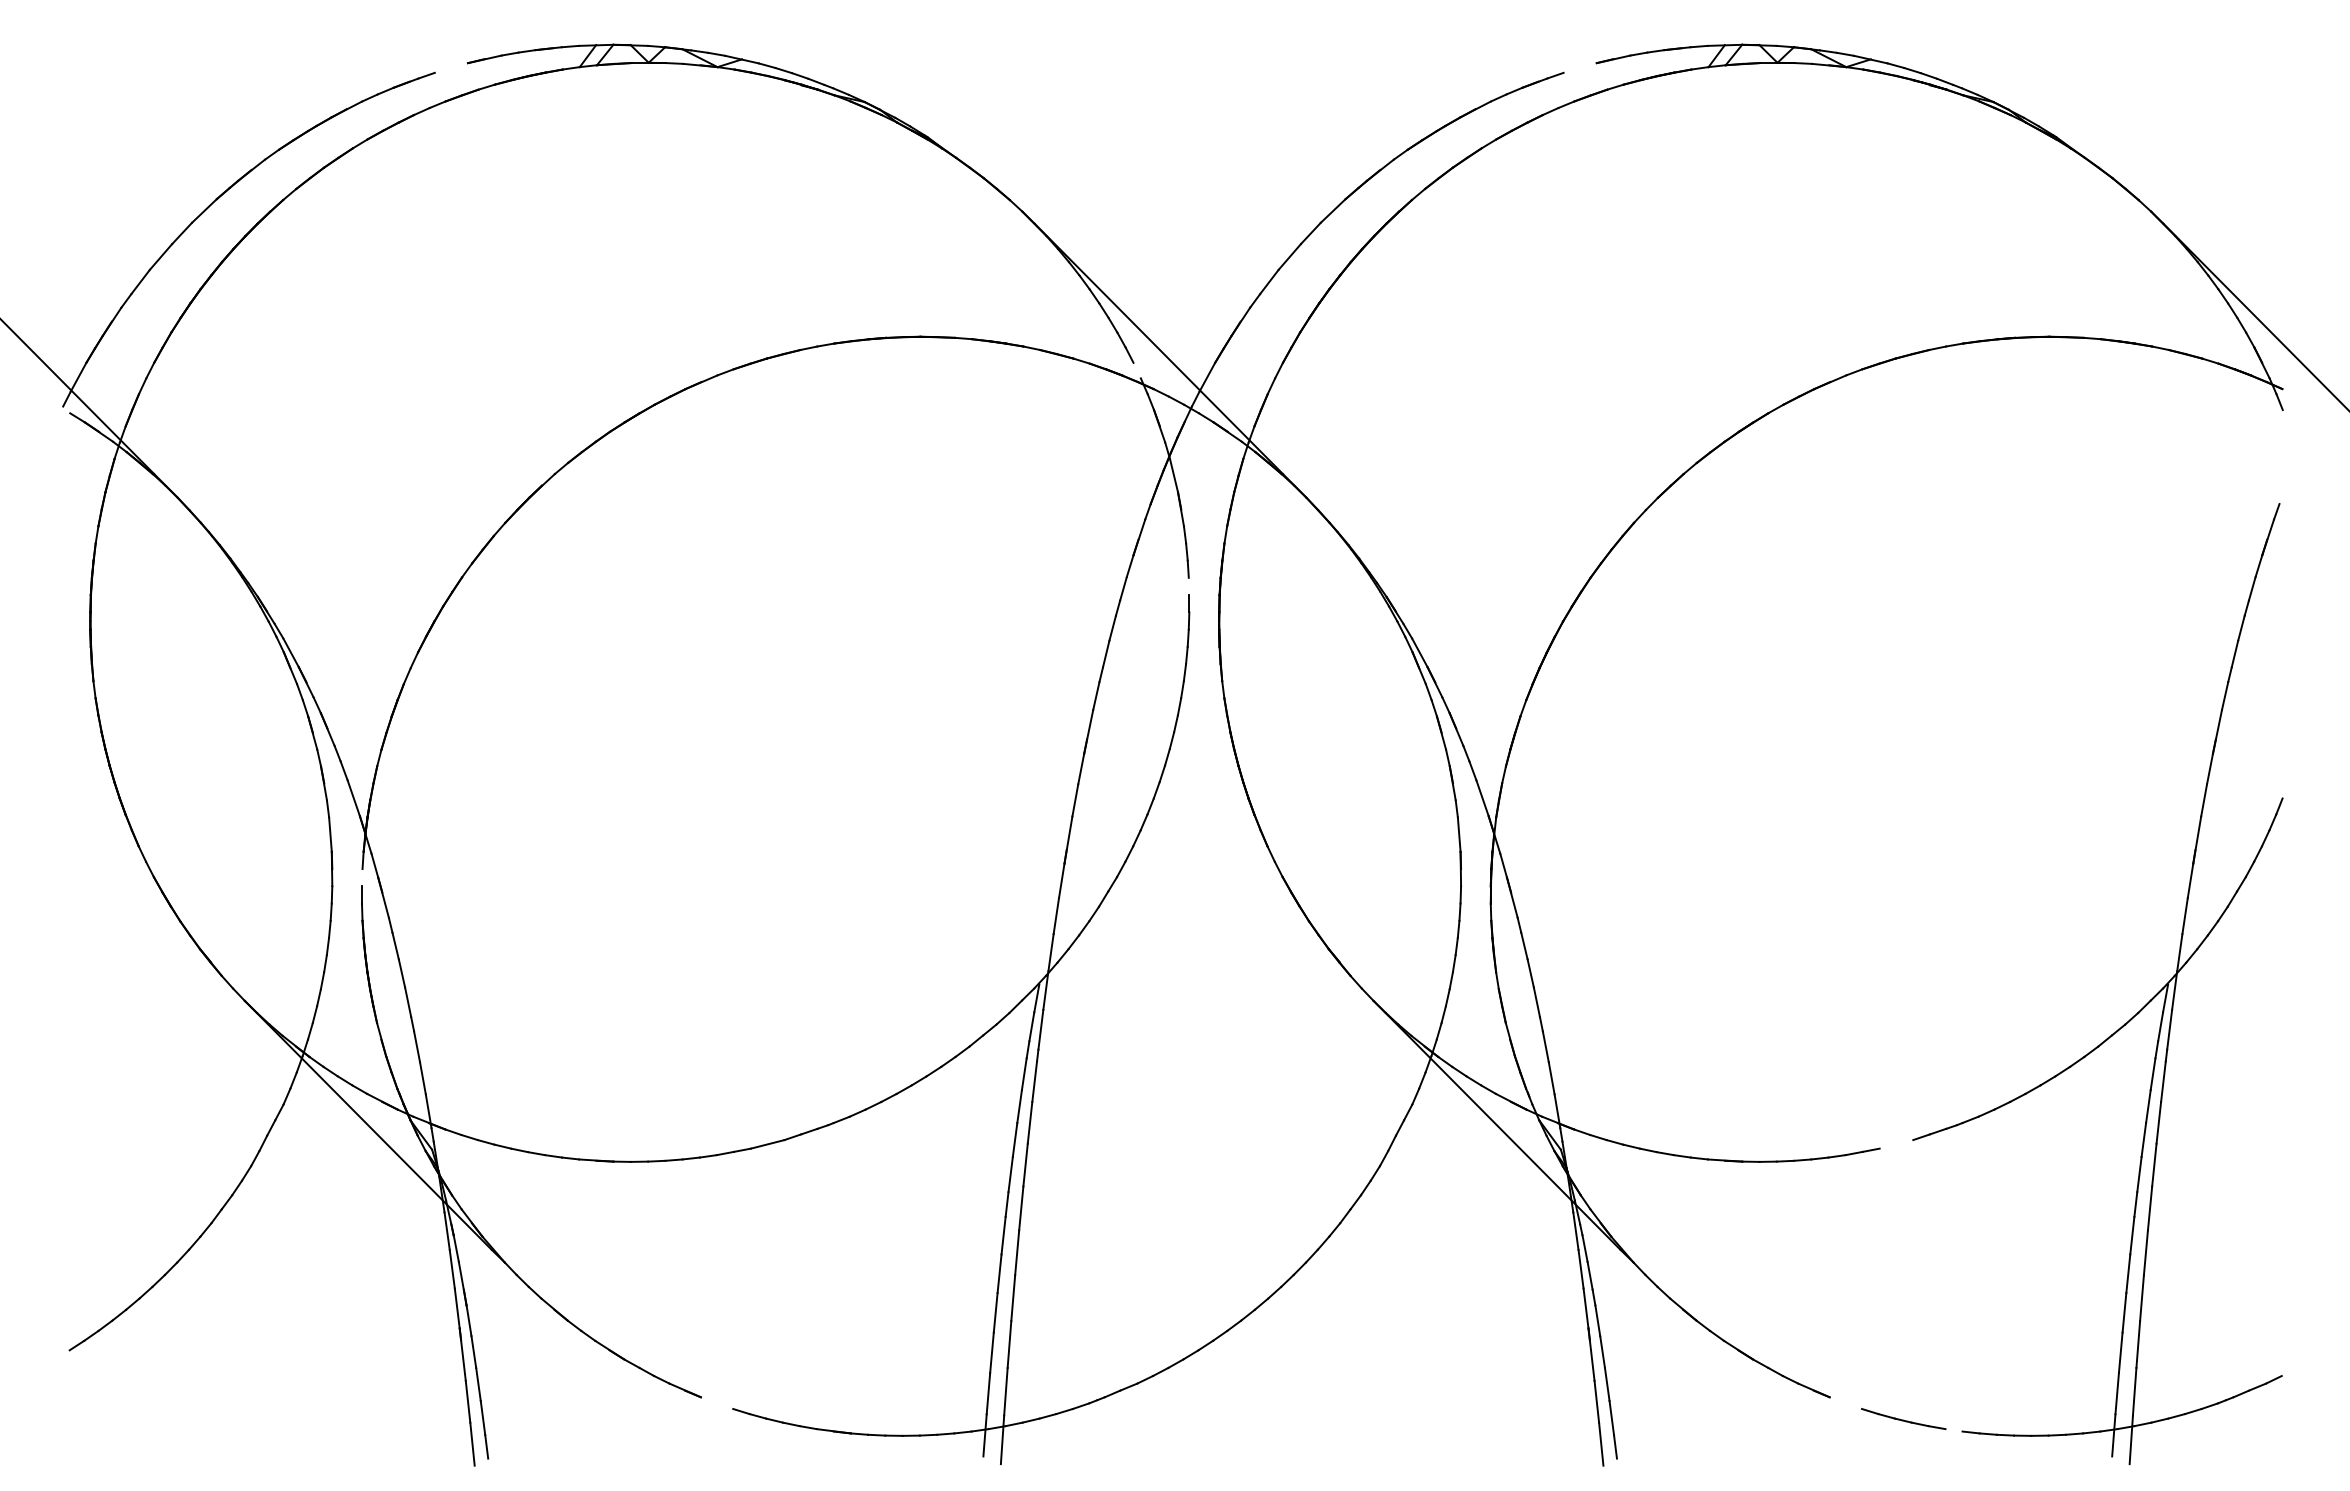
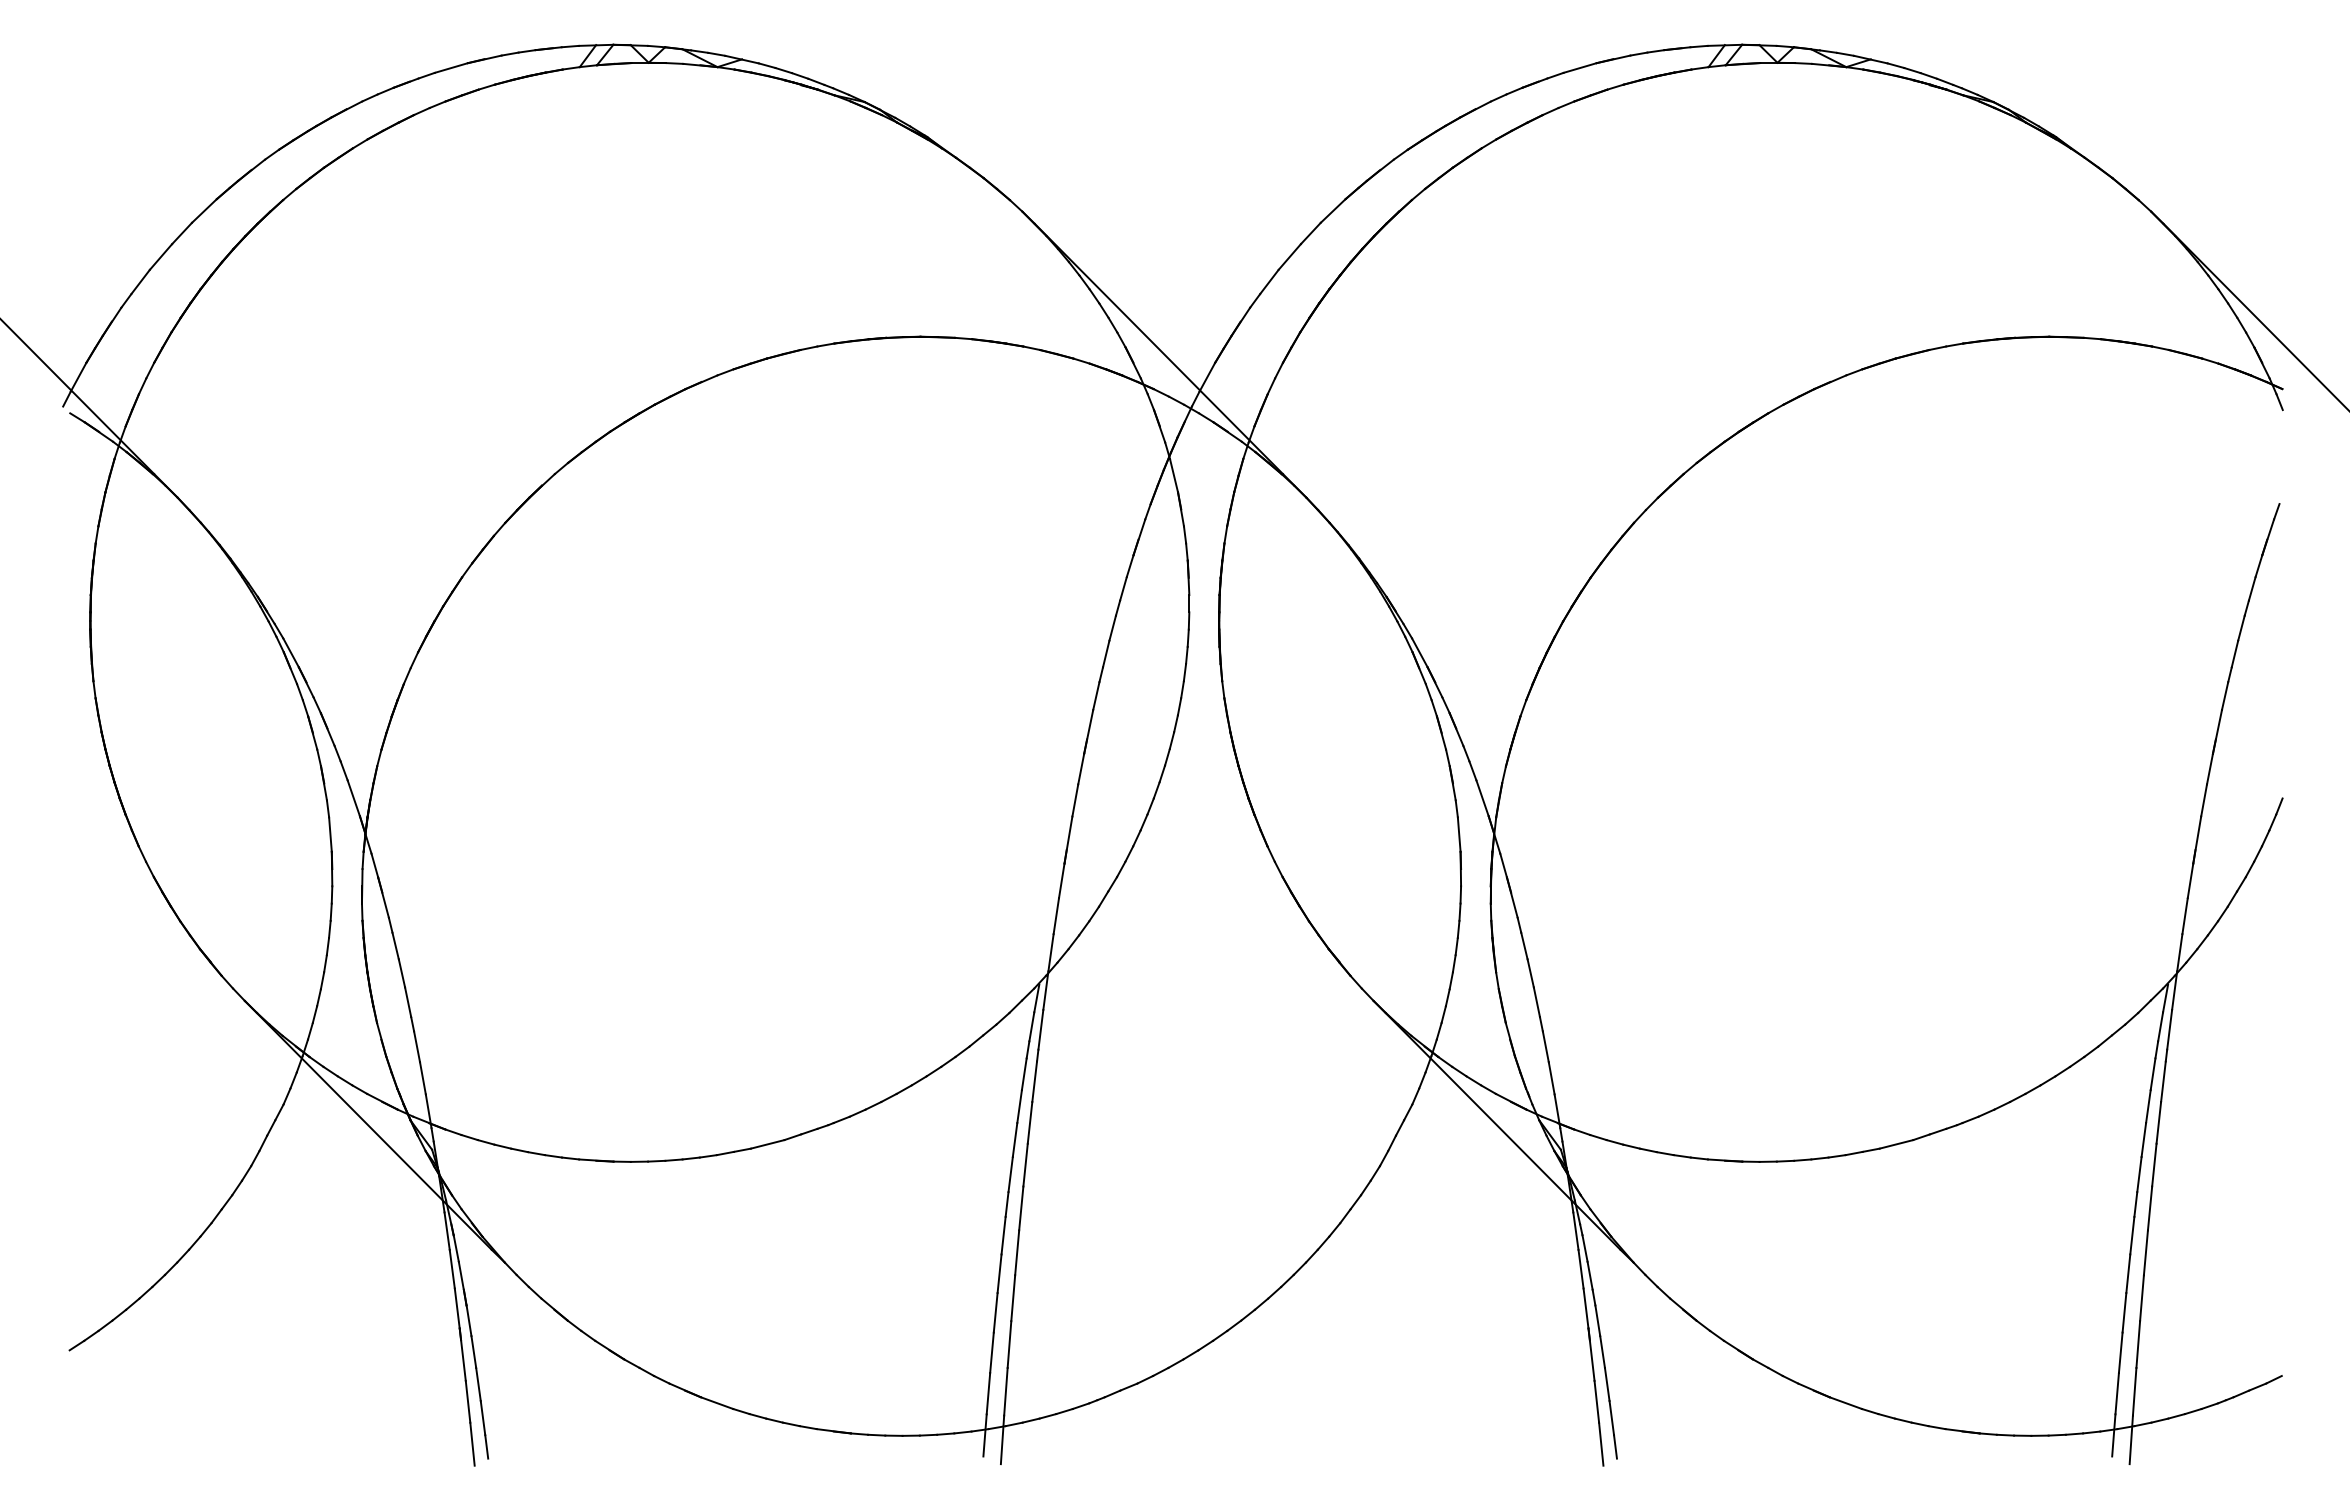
line at (450, 67): none -> present
line at (1579, 67): none -> present
line at (1132, 362): none -> present
line at (1188, 577): none -> present
line at (361, 886): none -> present
line at (1896, 1144): none -> present
line at (716, 1402): none -> present
line at (1845, 1402): none -> present
line at (1962, 1431): none -> present
